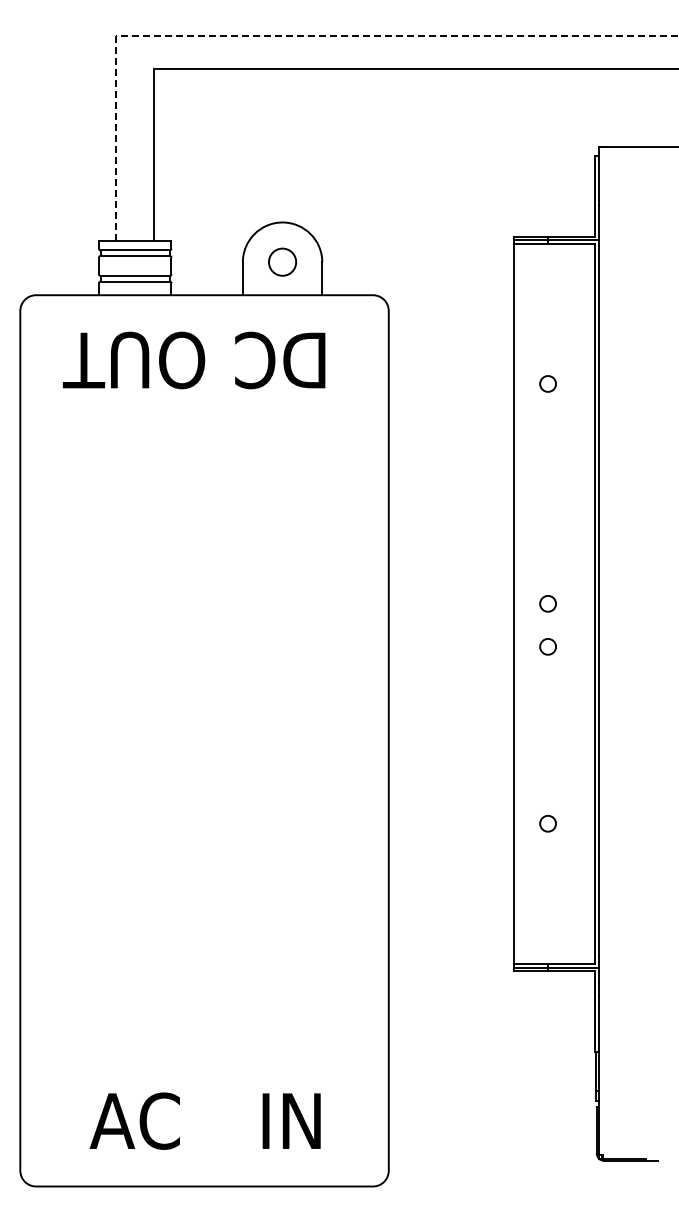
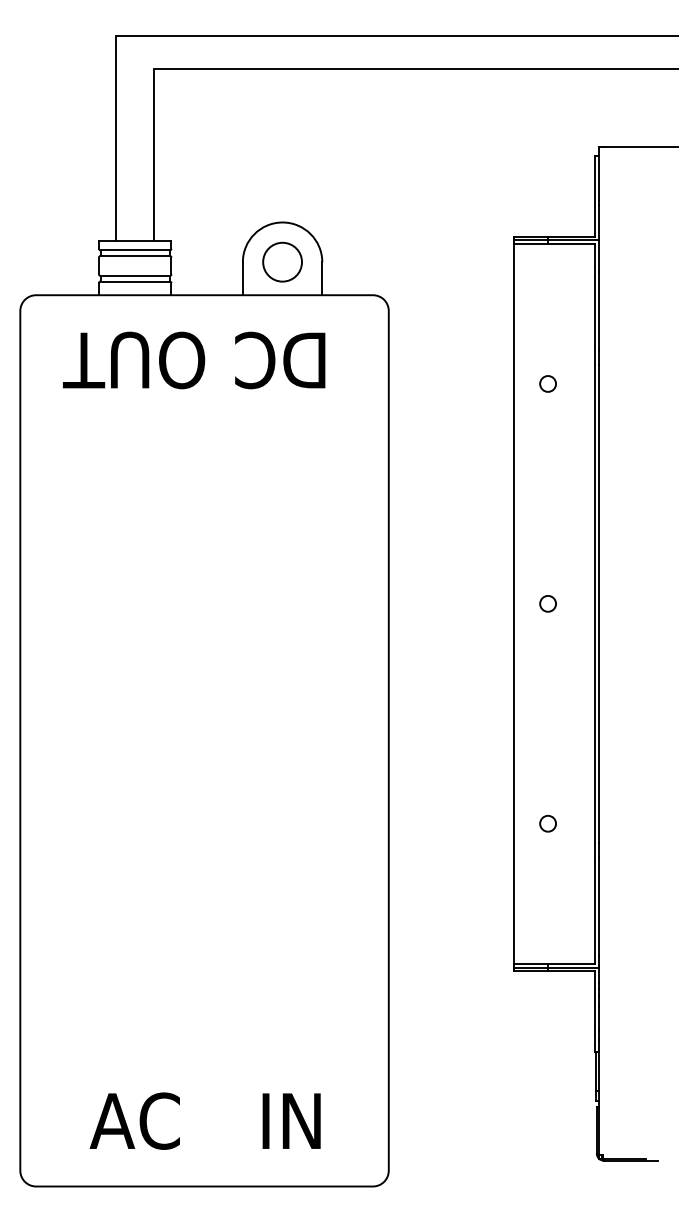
line at (294, 36): dashed -> solid
circle at (282, 261) diameter: 27 px -> 39 px
part at (547, 646): present -> none
